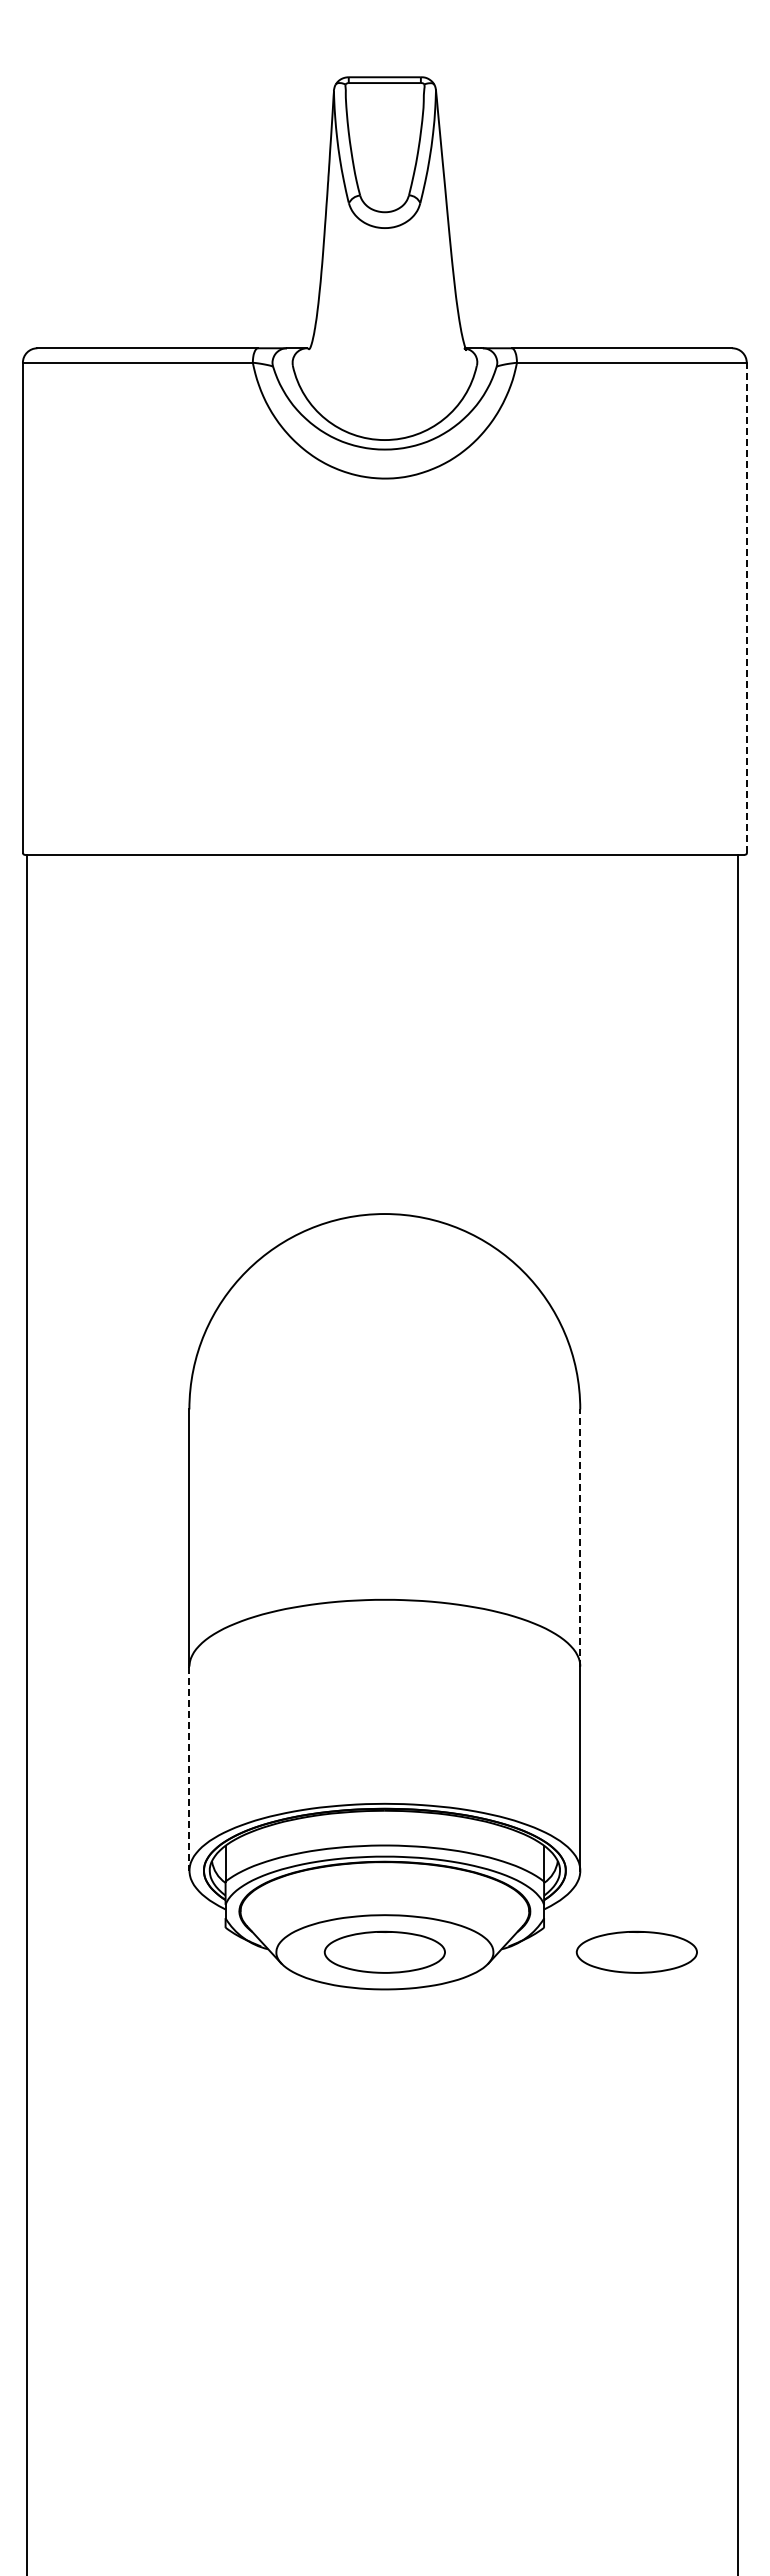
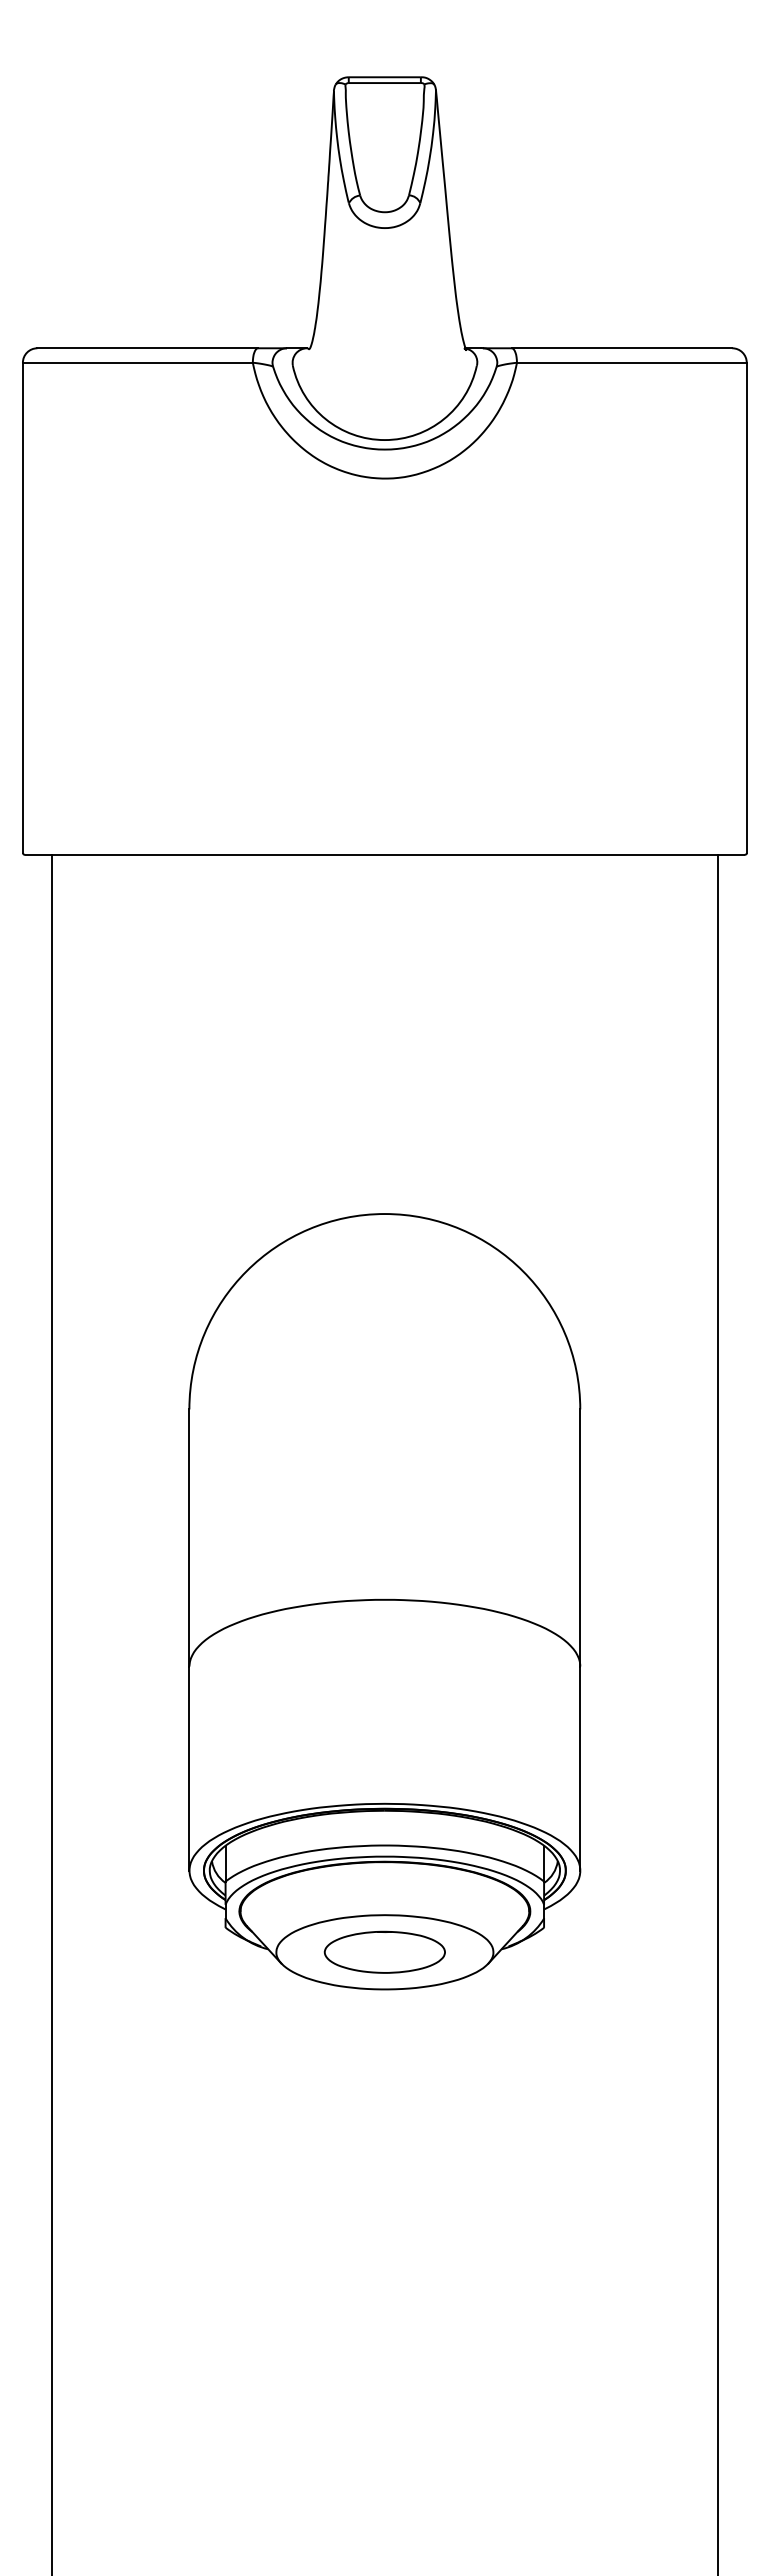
line at (746, 607): dashed -> solid
line at (580, 1538): dashed -> solid
line at (26, 1713) position: (26, 1713) -> (51, 1713)
line at (737, 1713) position: (737, 1713) -> (717, 1713)
line at (189, 1769): dashed -> solid
part at (636, 1951): present -> none
